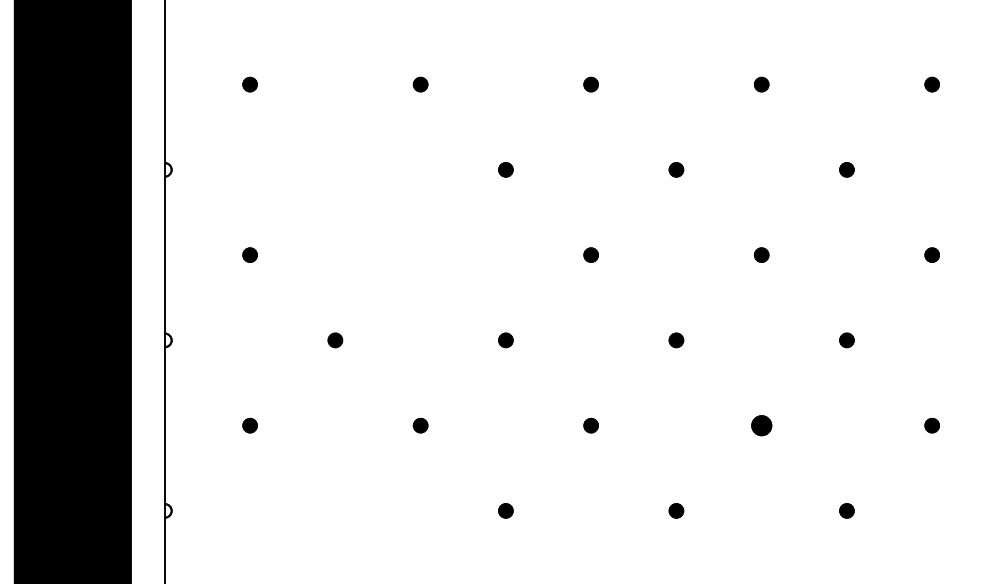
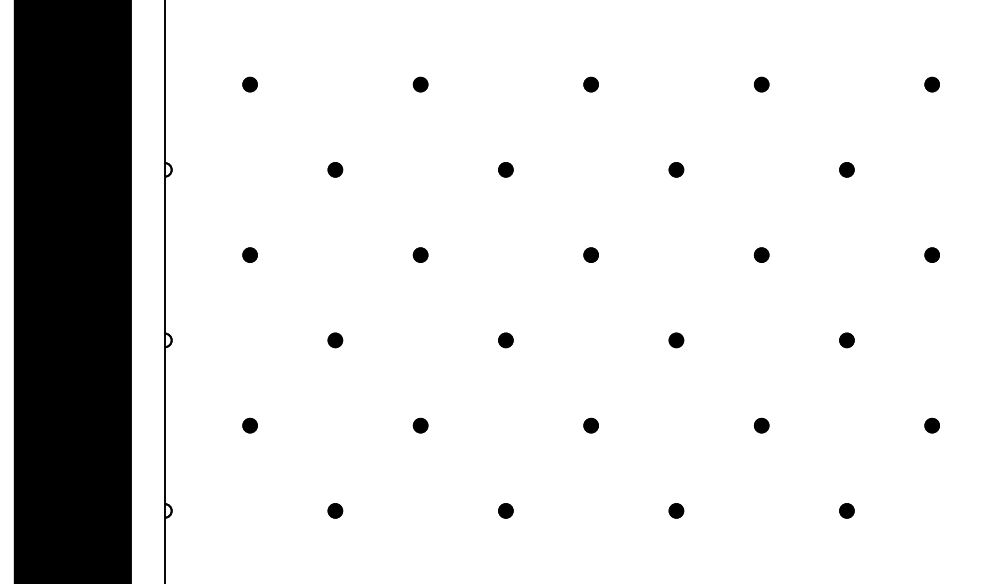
part at (335, 169): none -> present
part at (420, 254): none -> present
part at (761, 425) size: 22x22 px -> 17x17 px
part at (335, 510): none -> present
